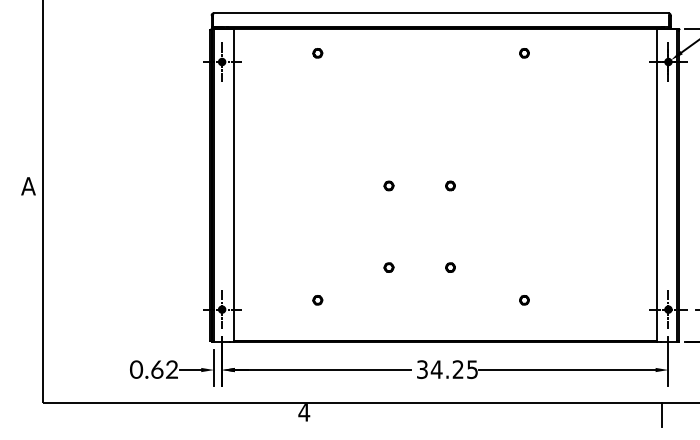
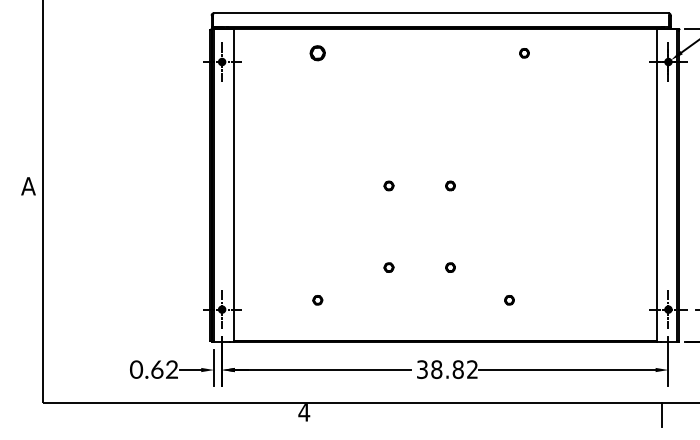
part at (317, 53) size: 12x11 px -> 17x17 px
part at (524, 300) position: (524, 300) -> (509, 300)
text at (453, 369): 34.25 -> 38.82
